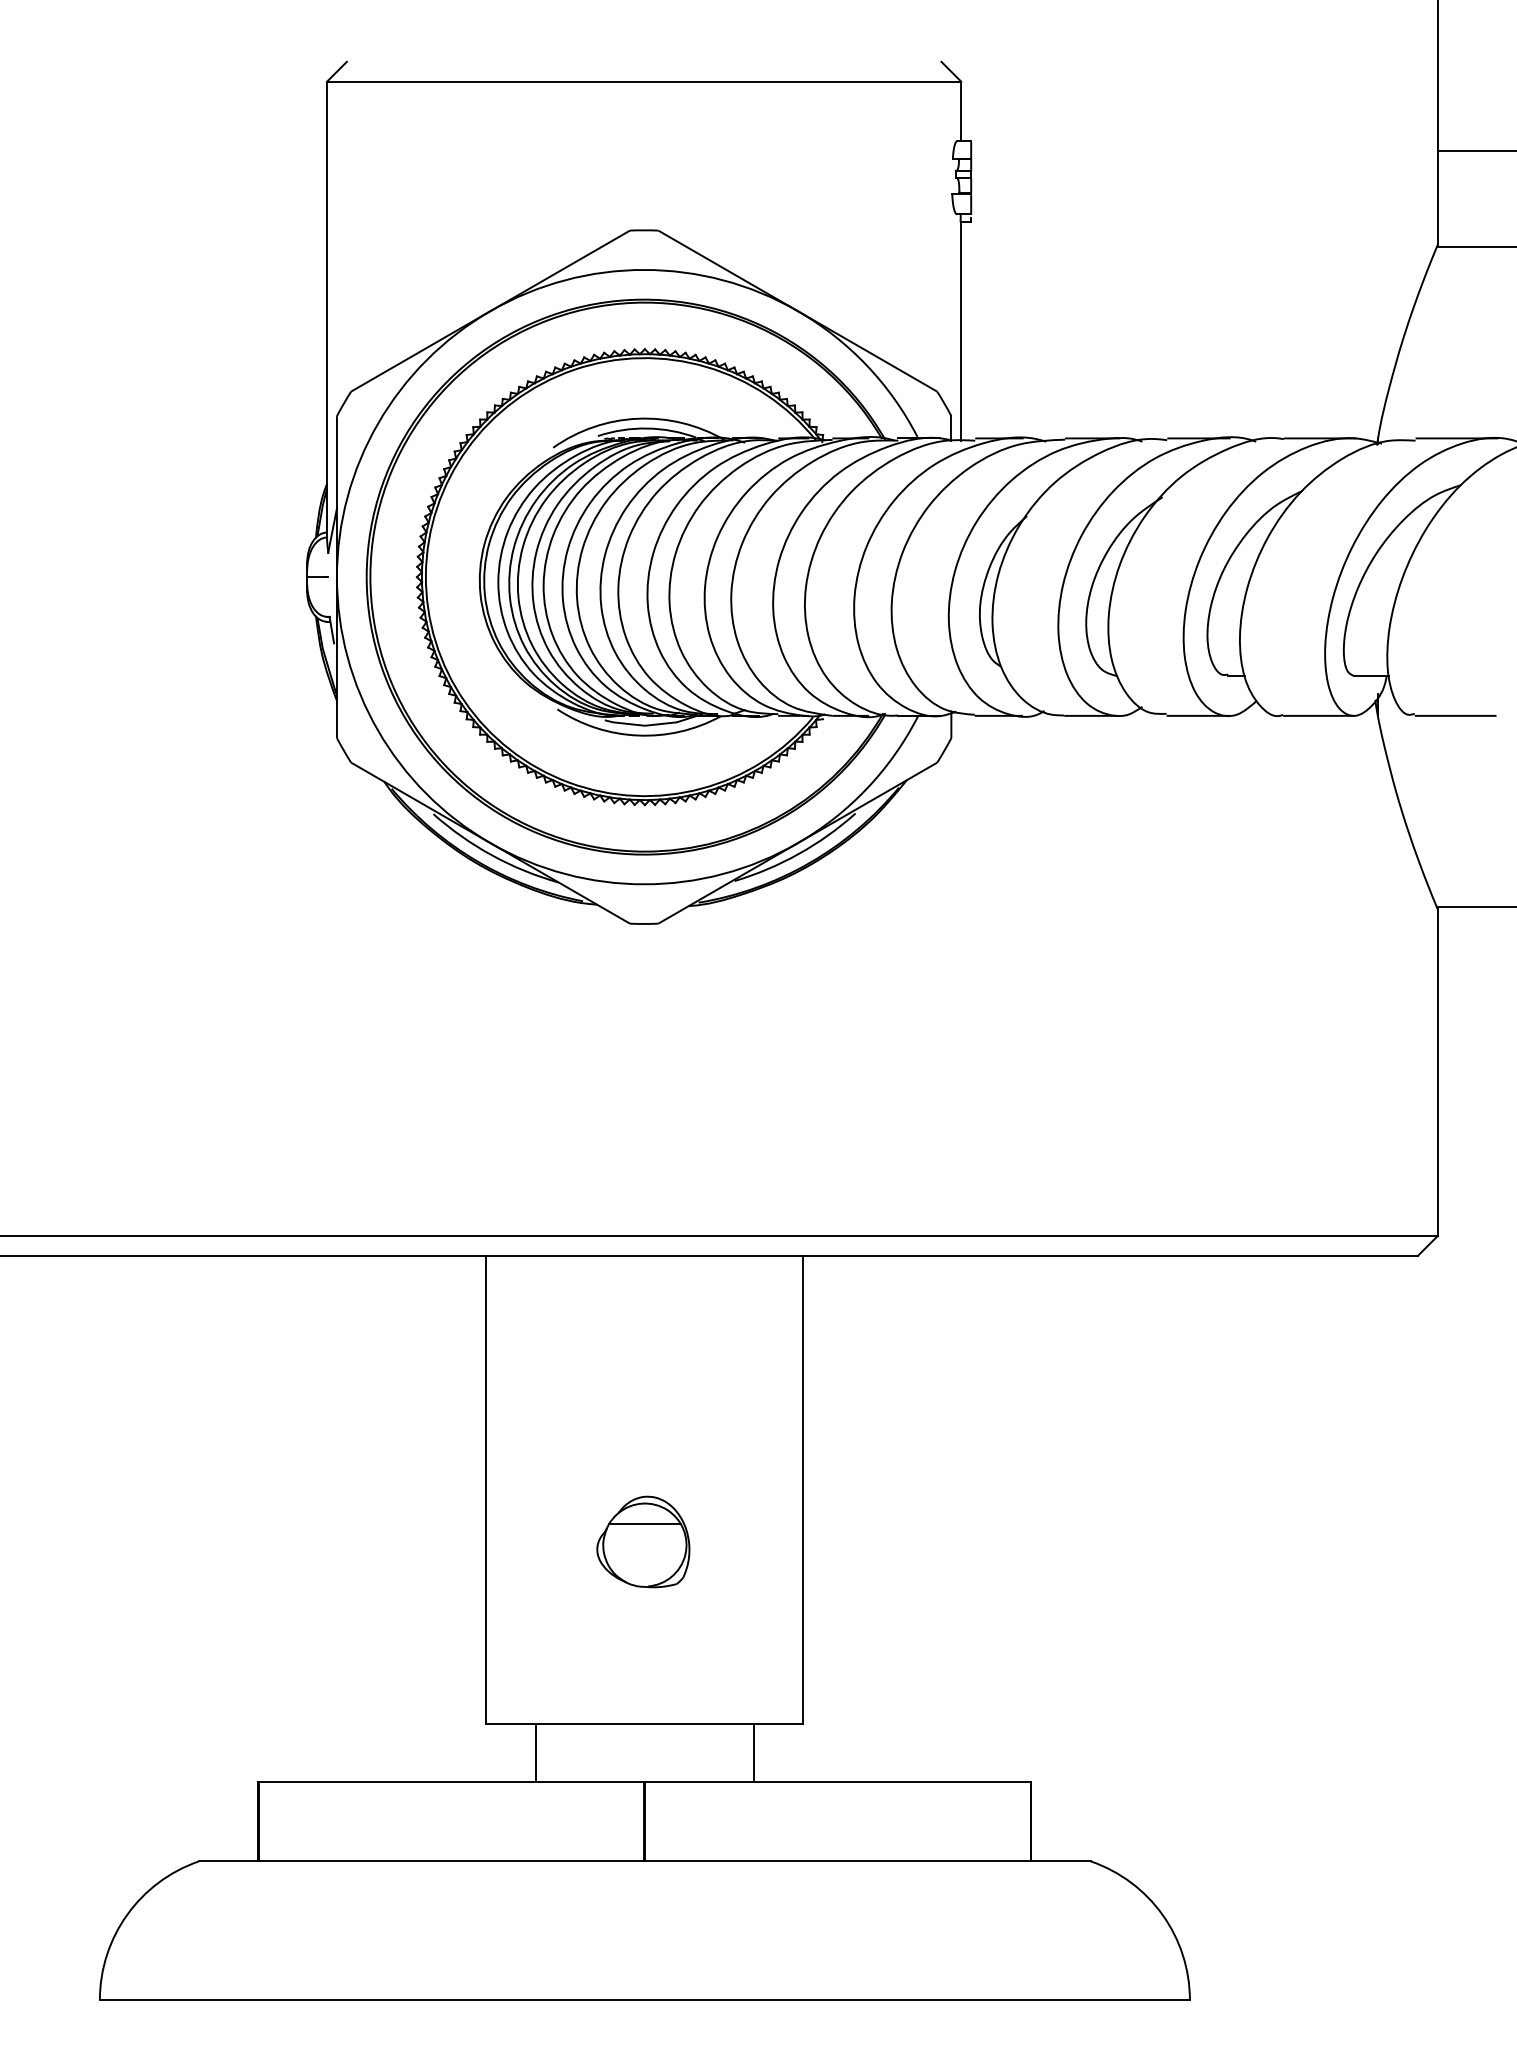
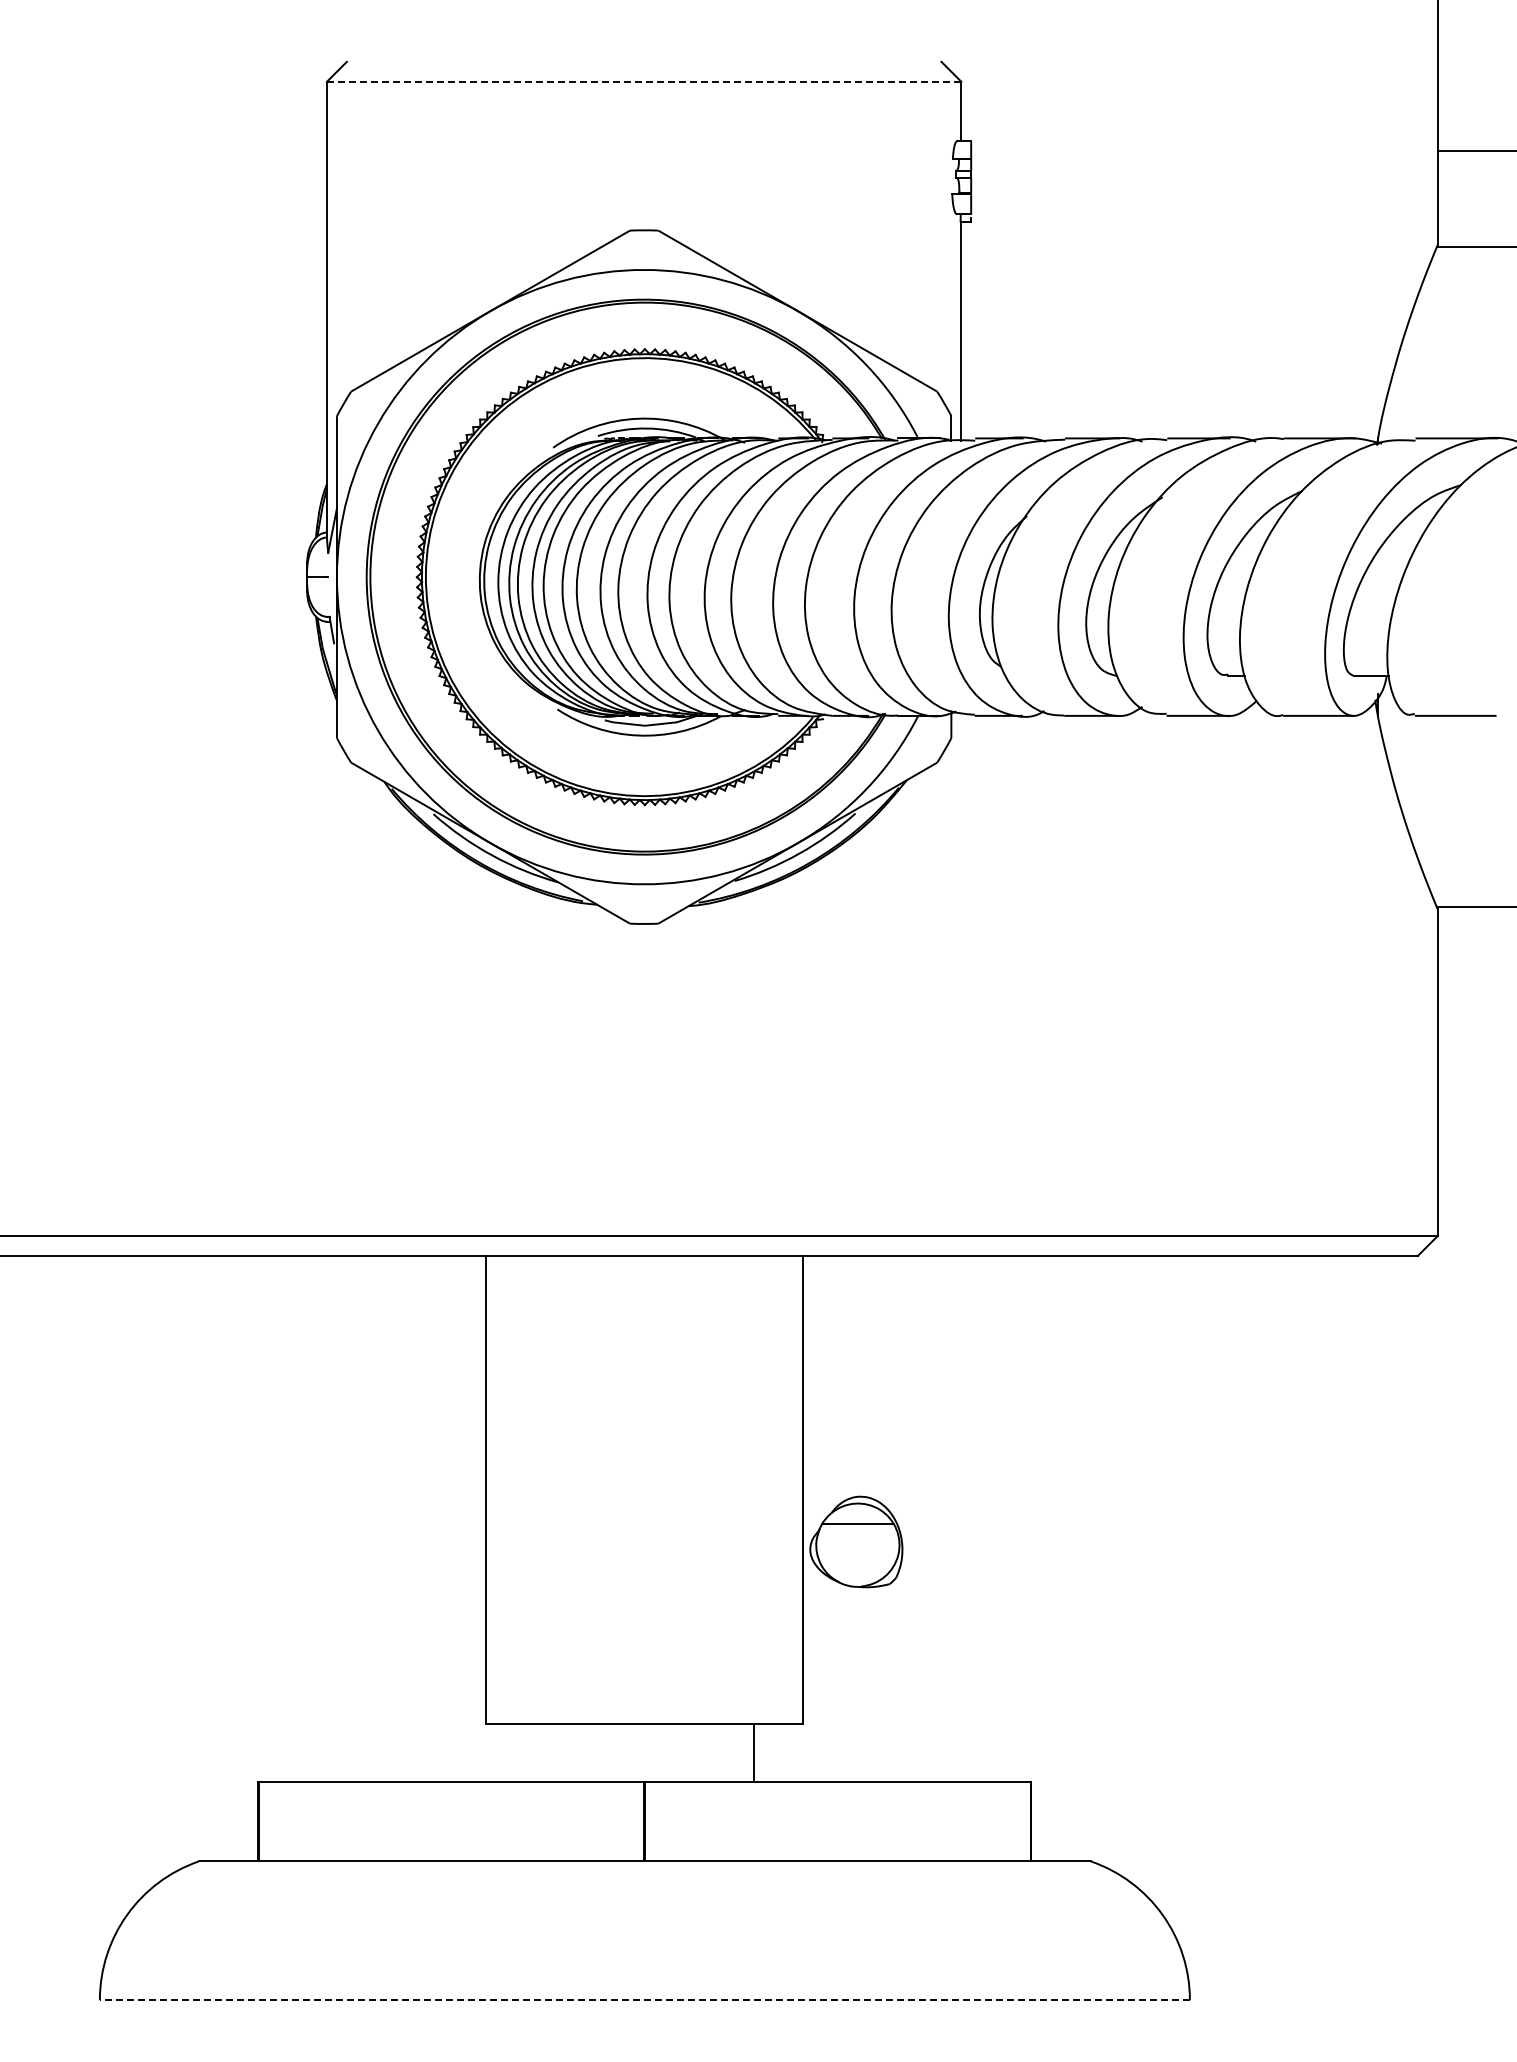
line at (643, 81): solid -> dashed
part at (643, 1541) position: (643, 1541) -> (856, 1541)
line at (535, 1752): present -> none
line at (644, 2000): solid -> dashed
